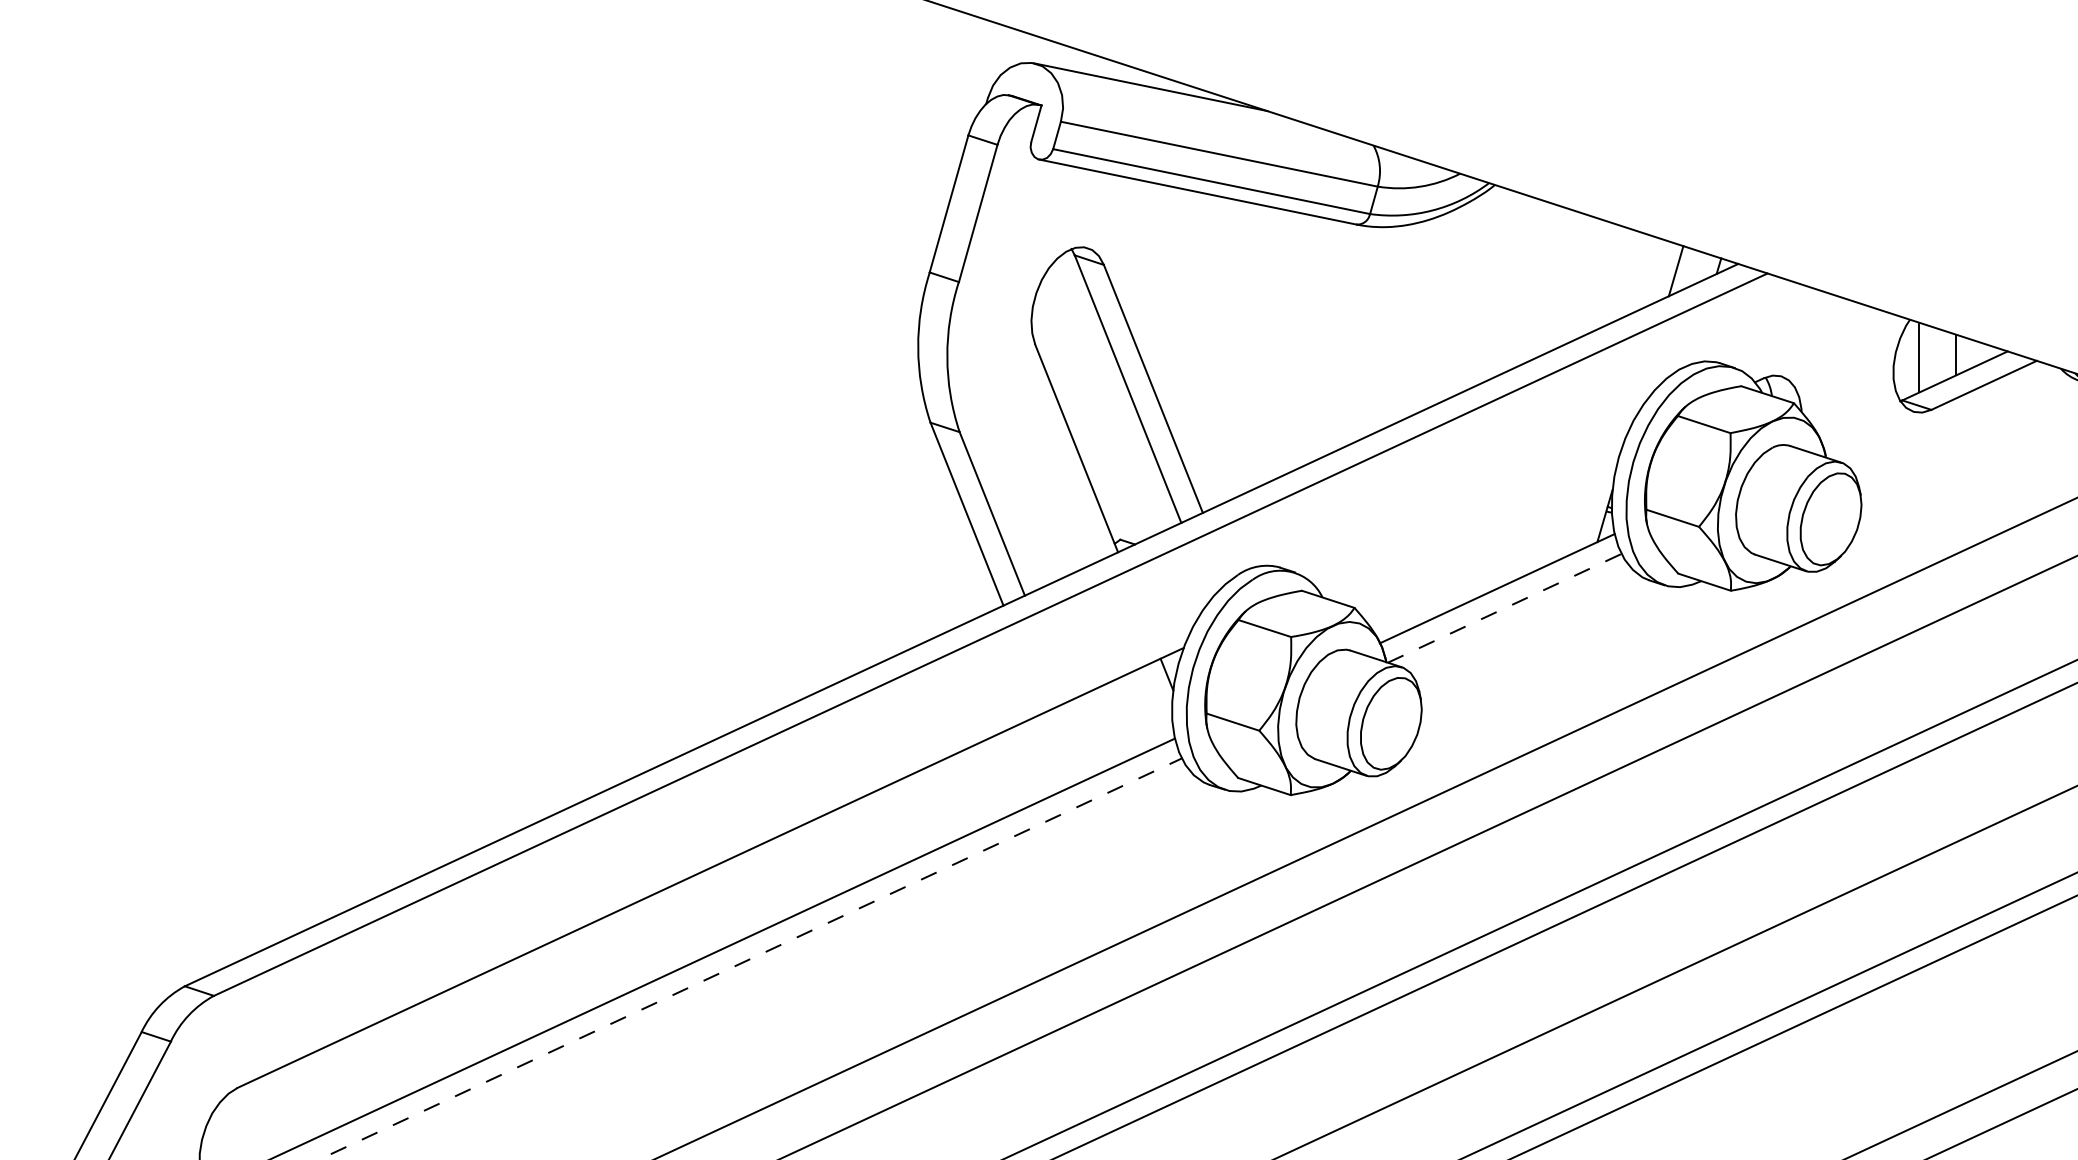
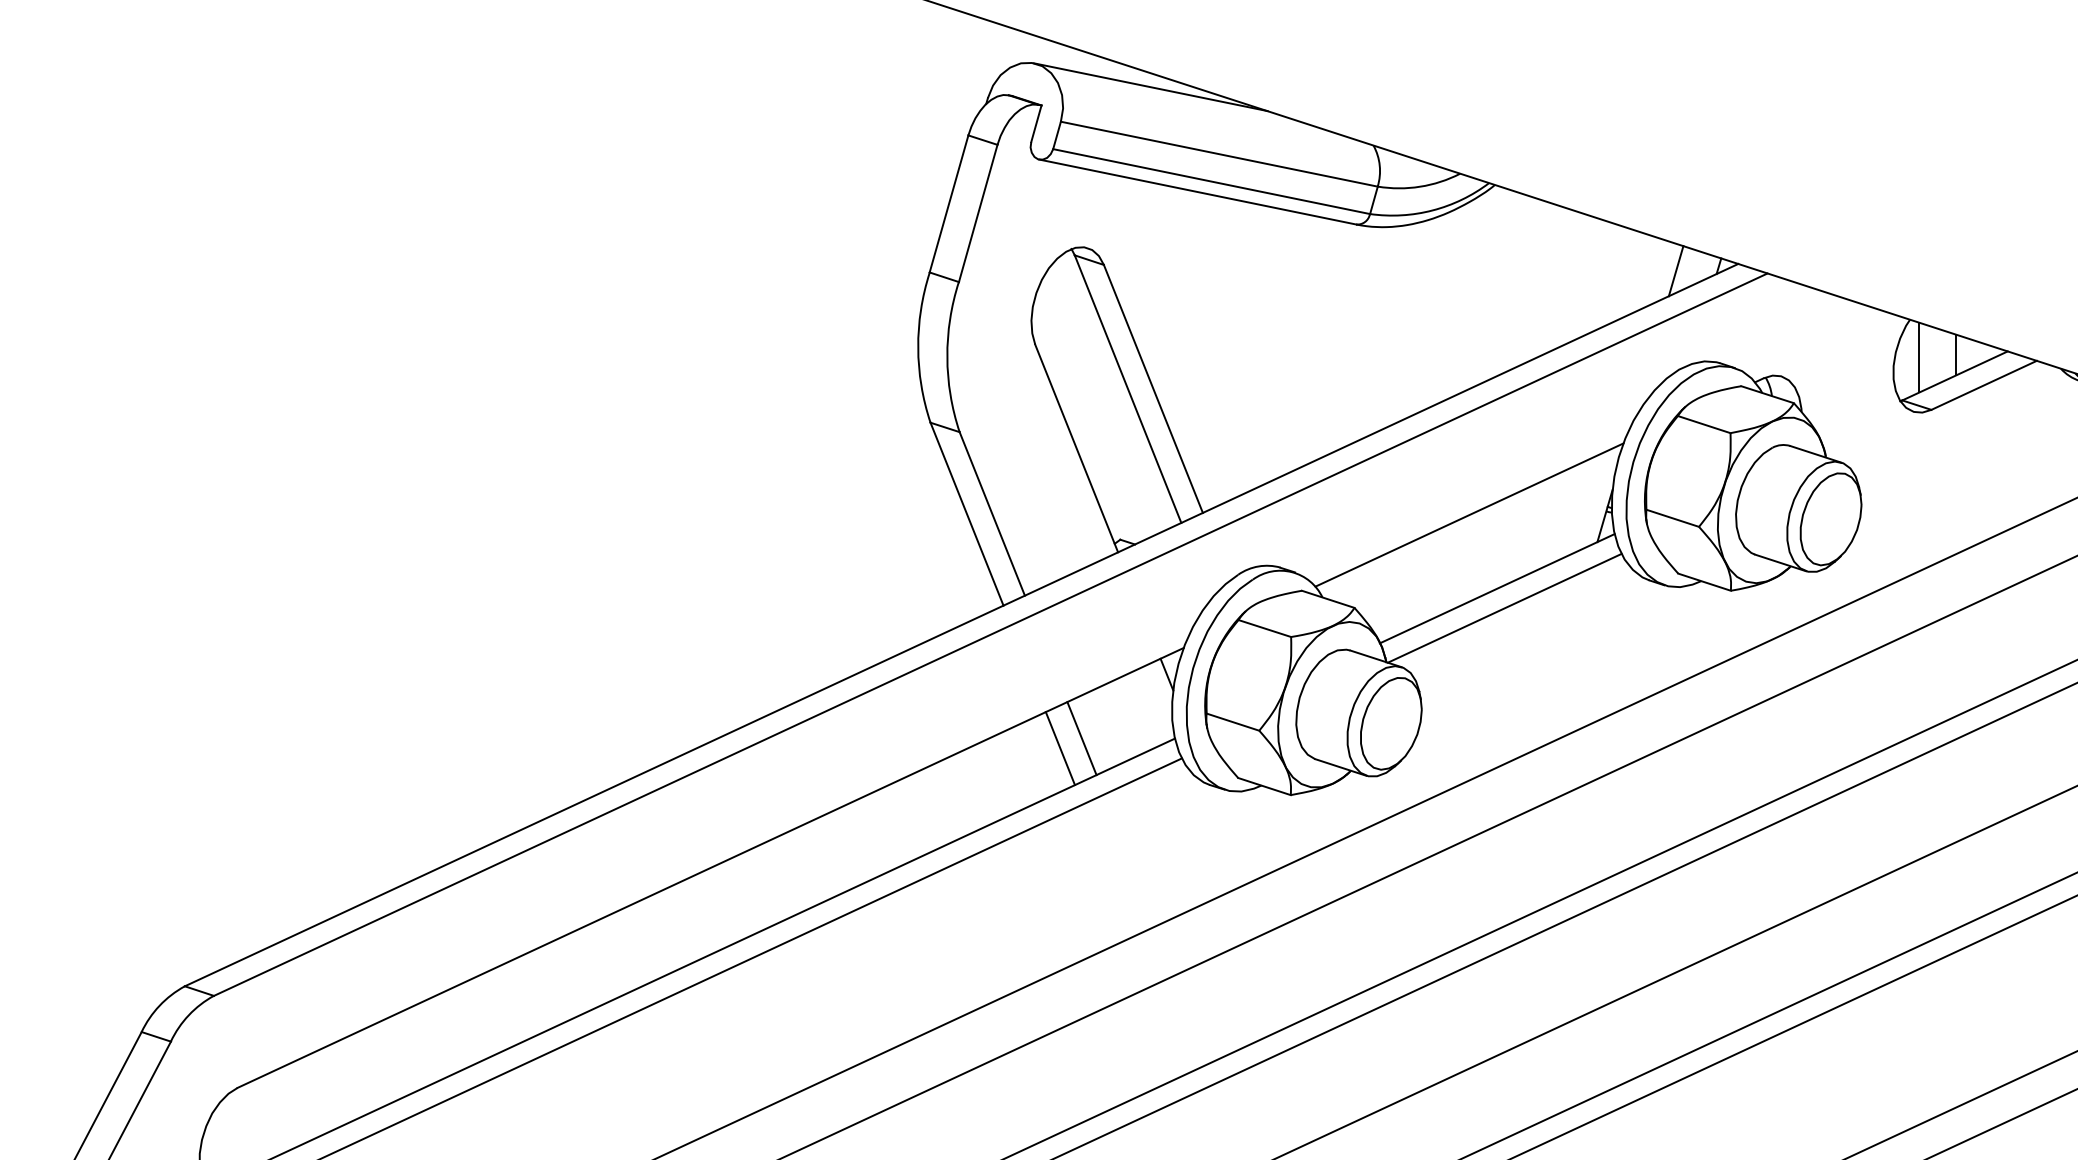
line at (1469, 514): none -> present
line at (1504, 608): dashed -> solid
line at (1081, 738): none -> present
line at (1059, 748): none -> present
line at (750, 959): dashed -> solid
